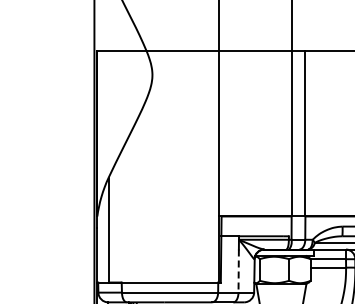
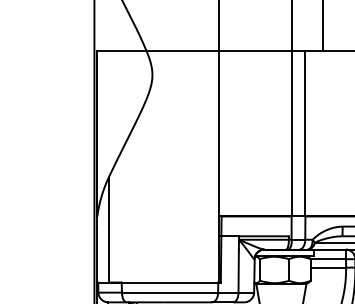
line at (323, 26): none -> present
line at (238, 271): dashed -> solid
